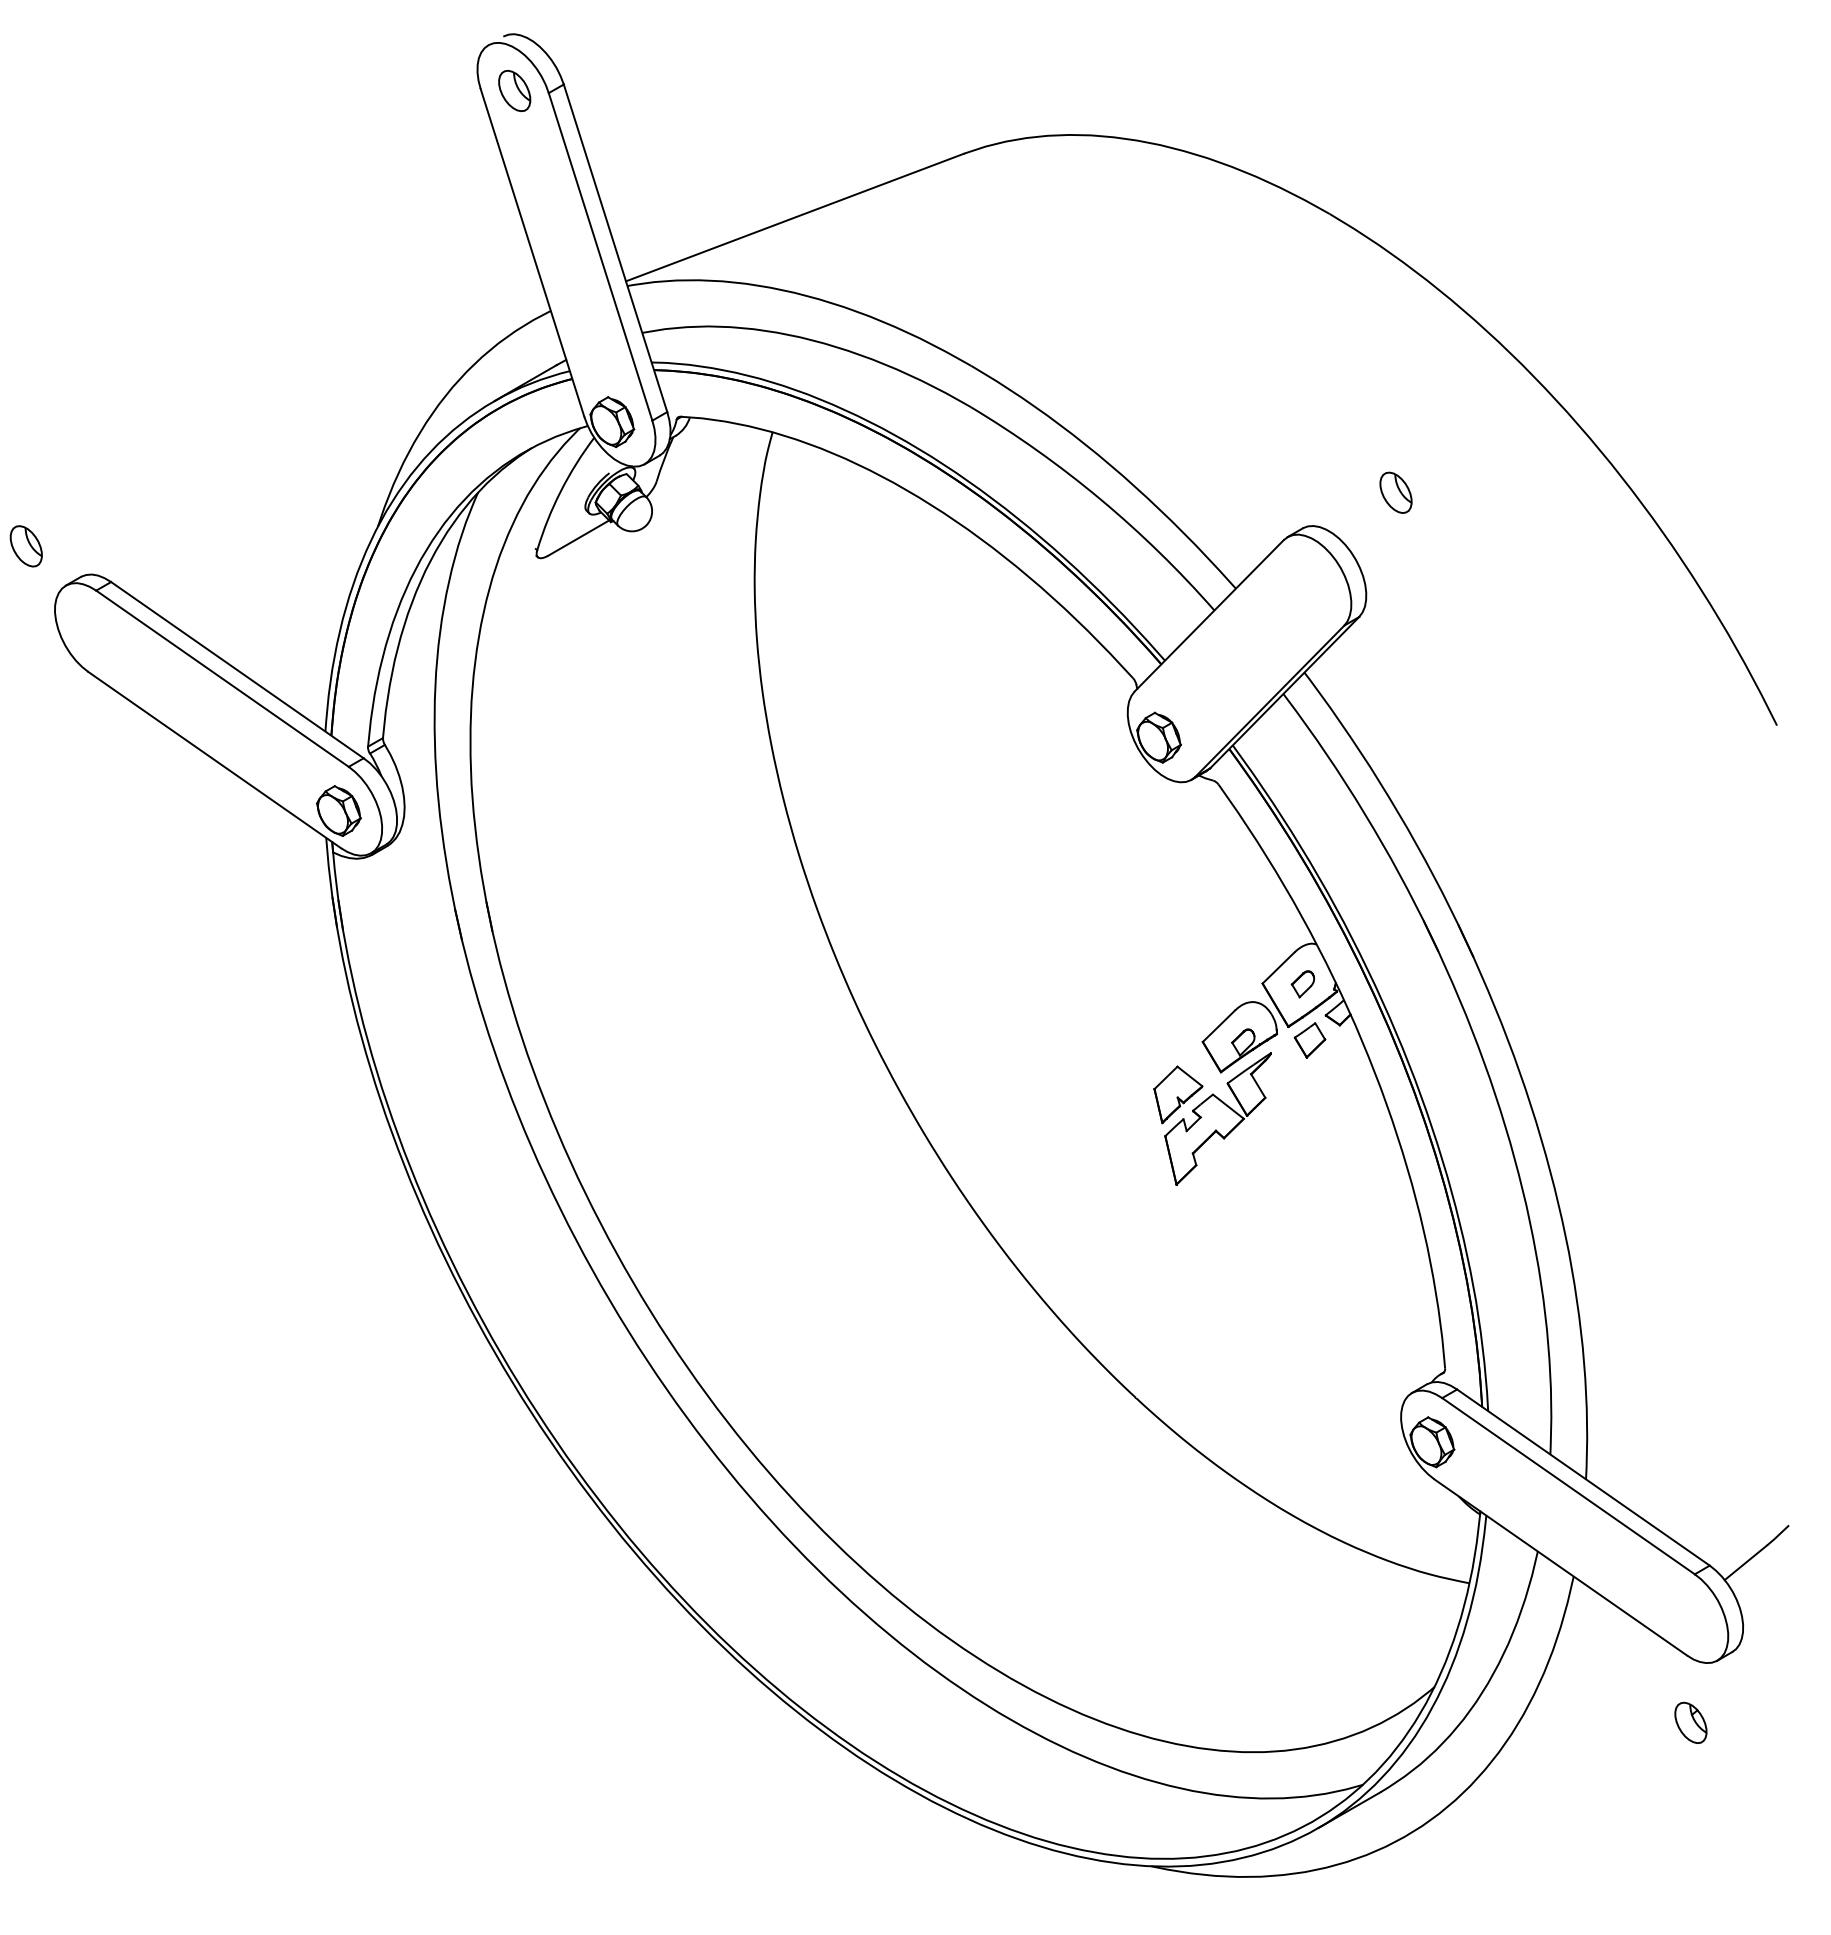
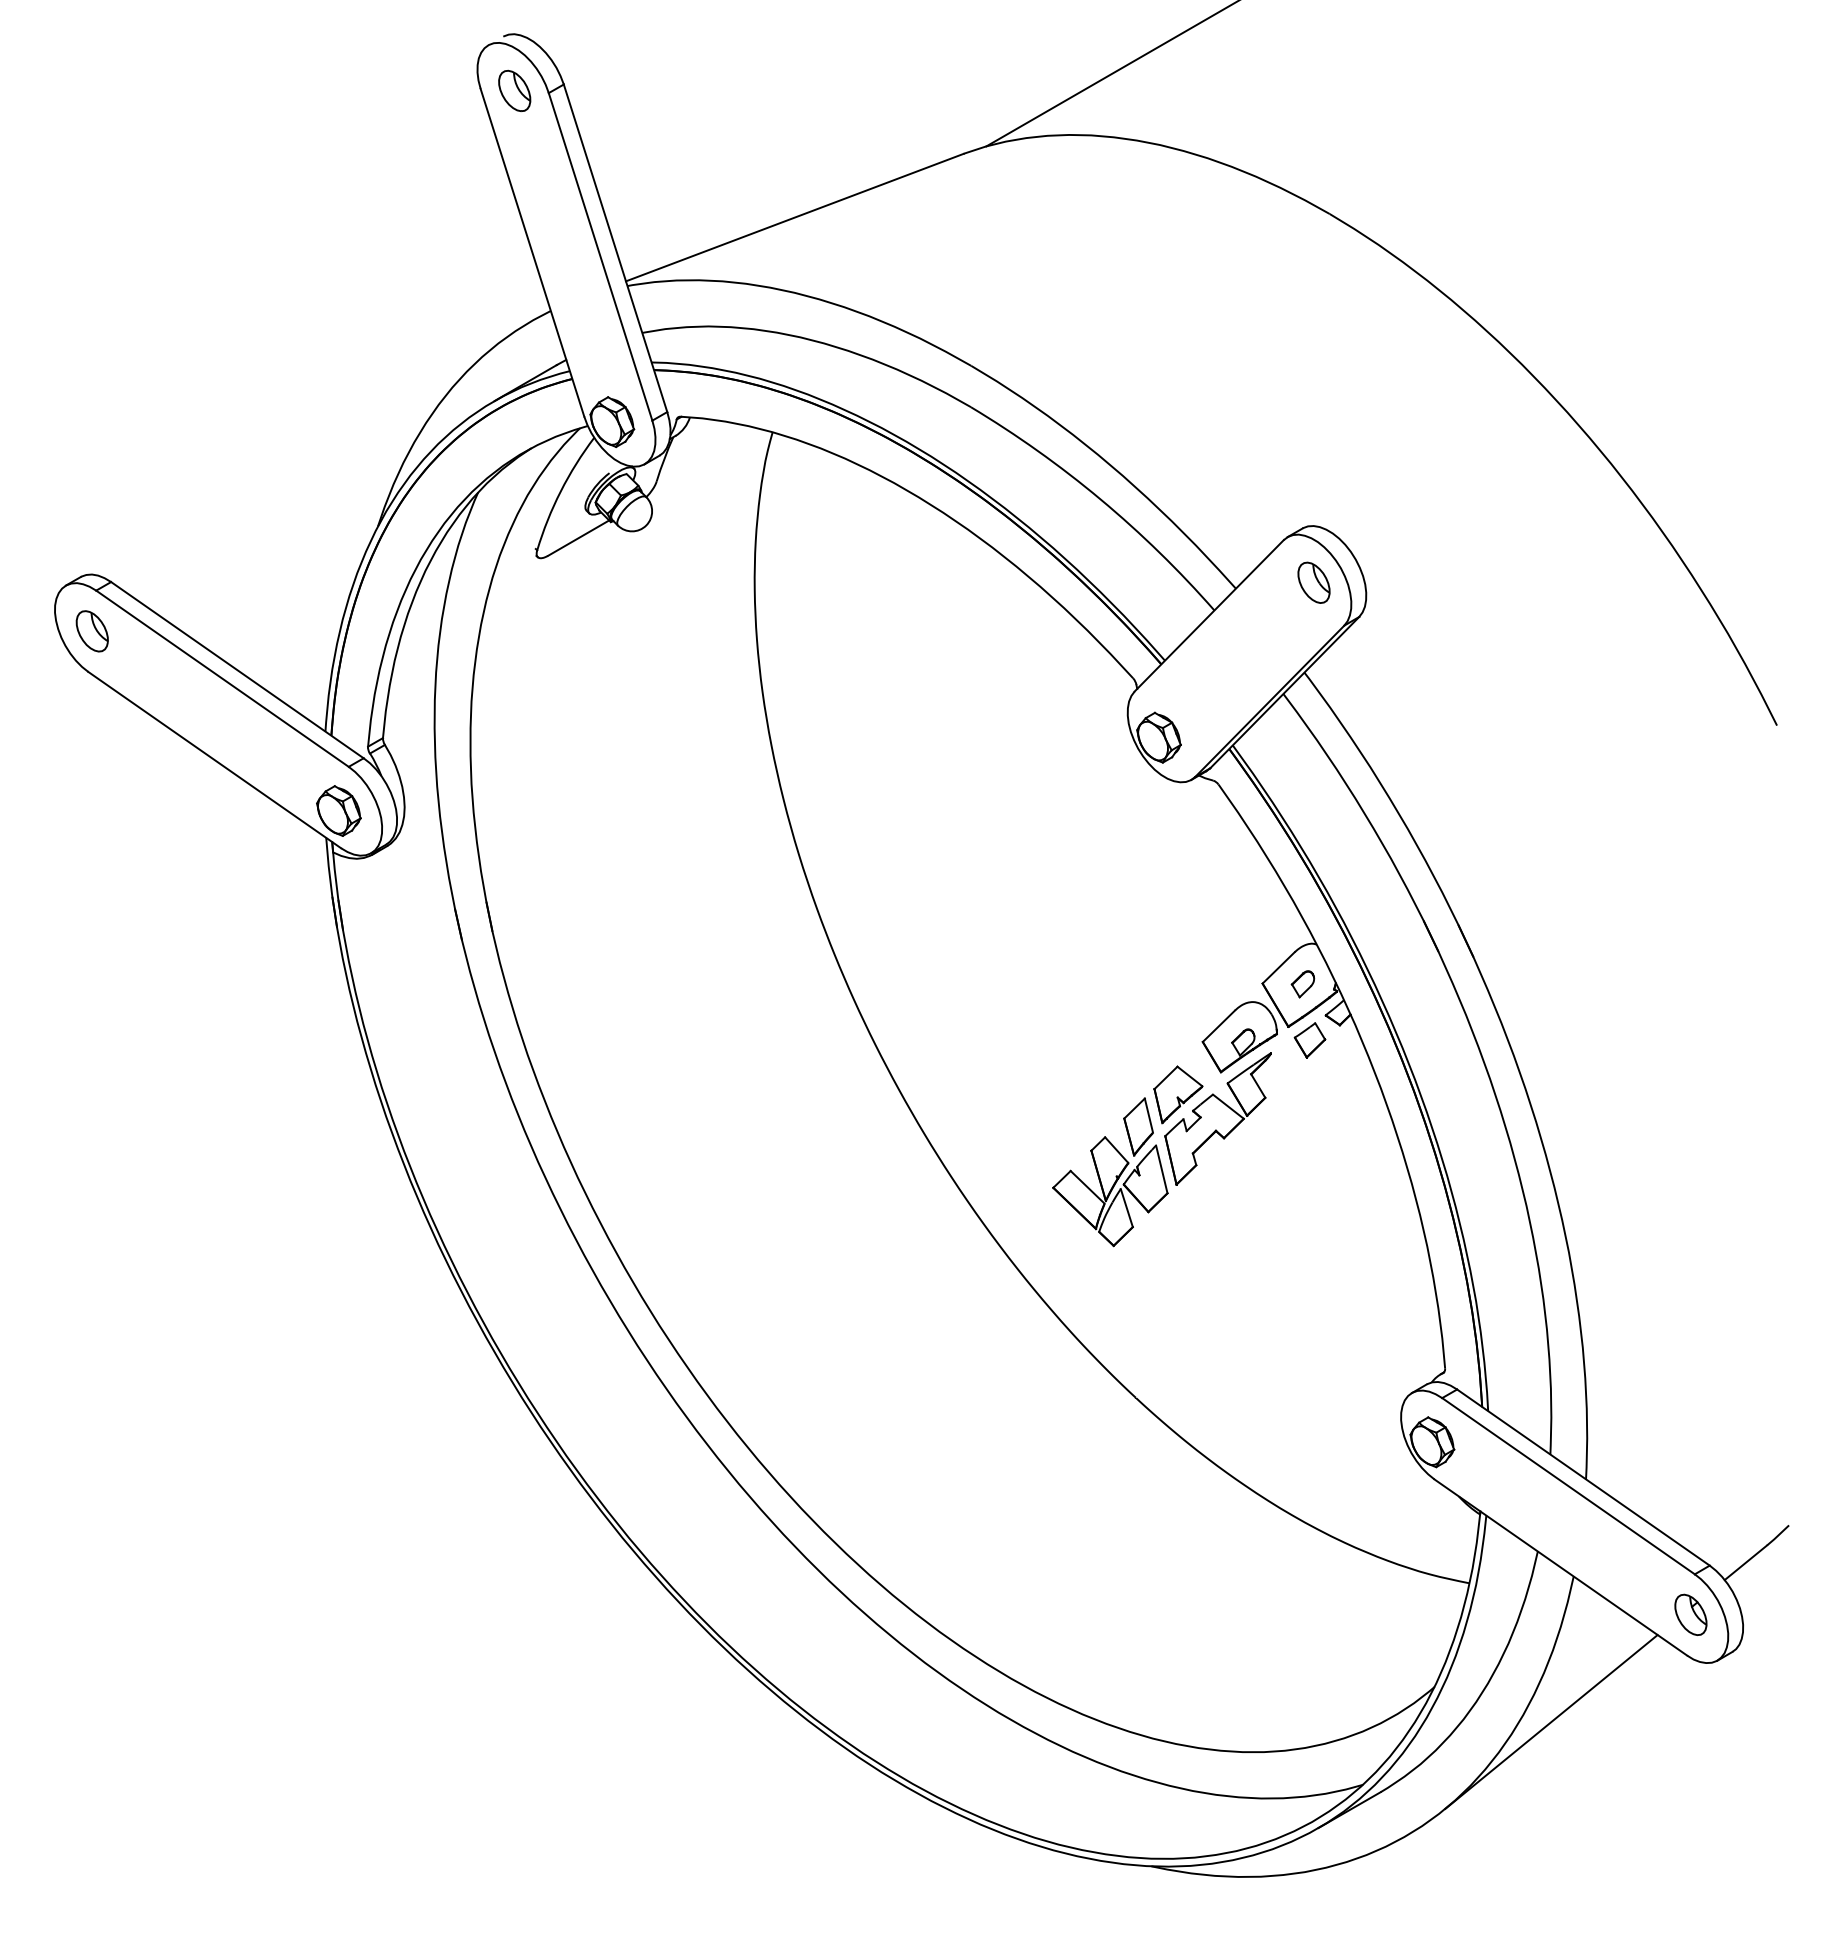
line at (1110, 74): none -> present
part at (1395, 492) position: (1395, 492) -> (1313, 582)
part at (25, 546) position: (25, 546) -> (91, 631)
part at (1110, 1172): none -> present
line at (1551, 1721): none -> present
part at (1690, 1722) position: (1690, 1722) -> (1690, 1614)
